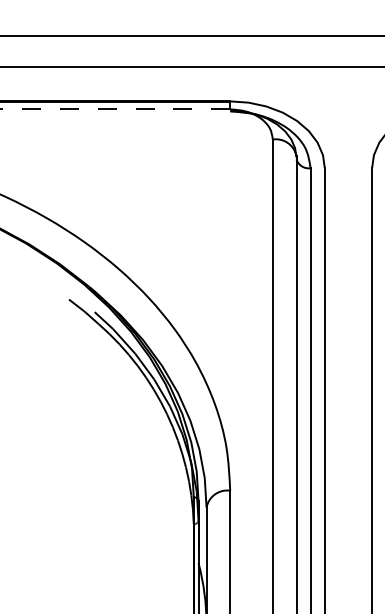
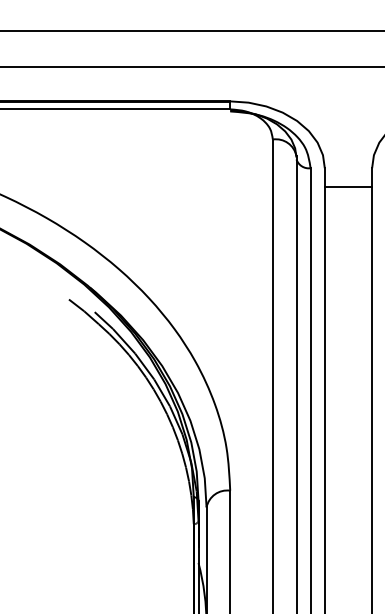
line at (191, 35) position: (191, 35) -> (191, 30)
line at (115, 109): dashed -> solid
line at (348, 186): none -> present
